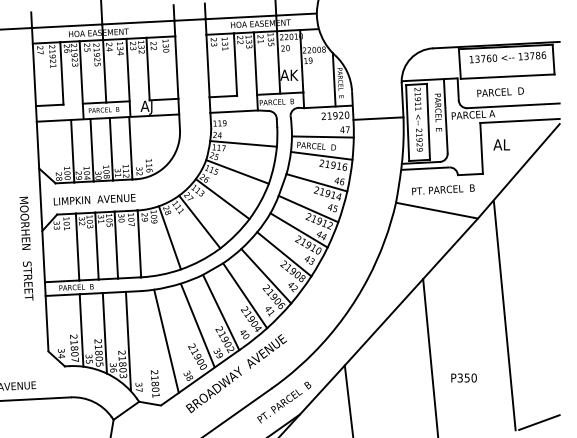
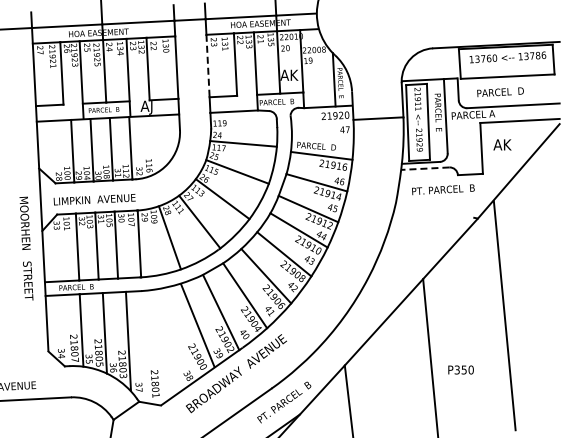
line at (208, 66): solid -> dashed
line at (322, 136): present -> none
text at (508, 144): AL -> AK
line at (424, 168): solid -> dashed
line at (434, 209): present -> none
line at (166, 340): present -> none
text at (463, 377) position: (463, 377) -> (460, 369)
line at (539, 422): present -> none
